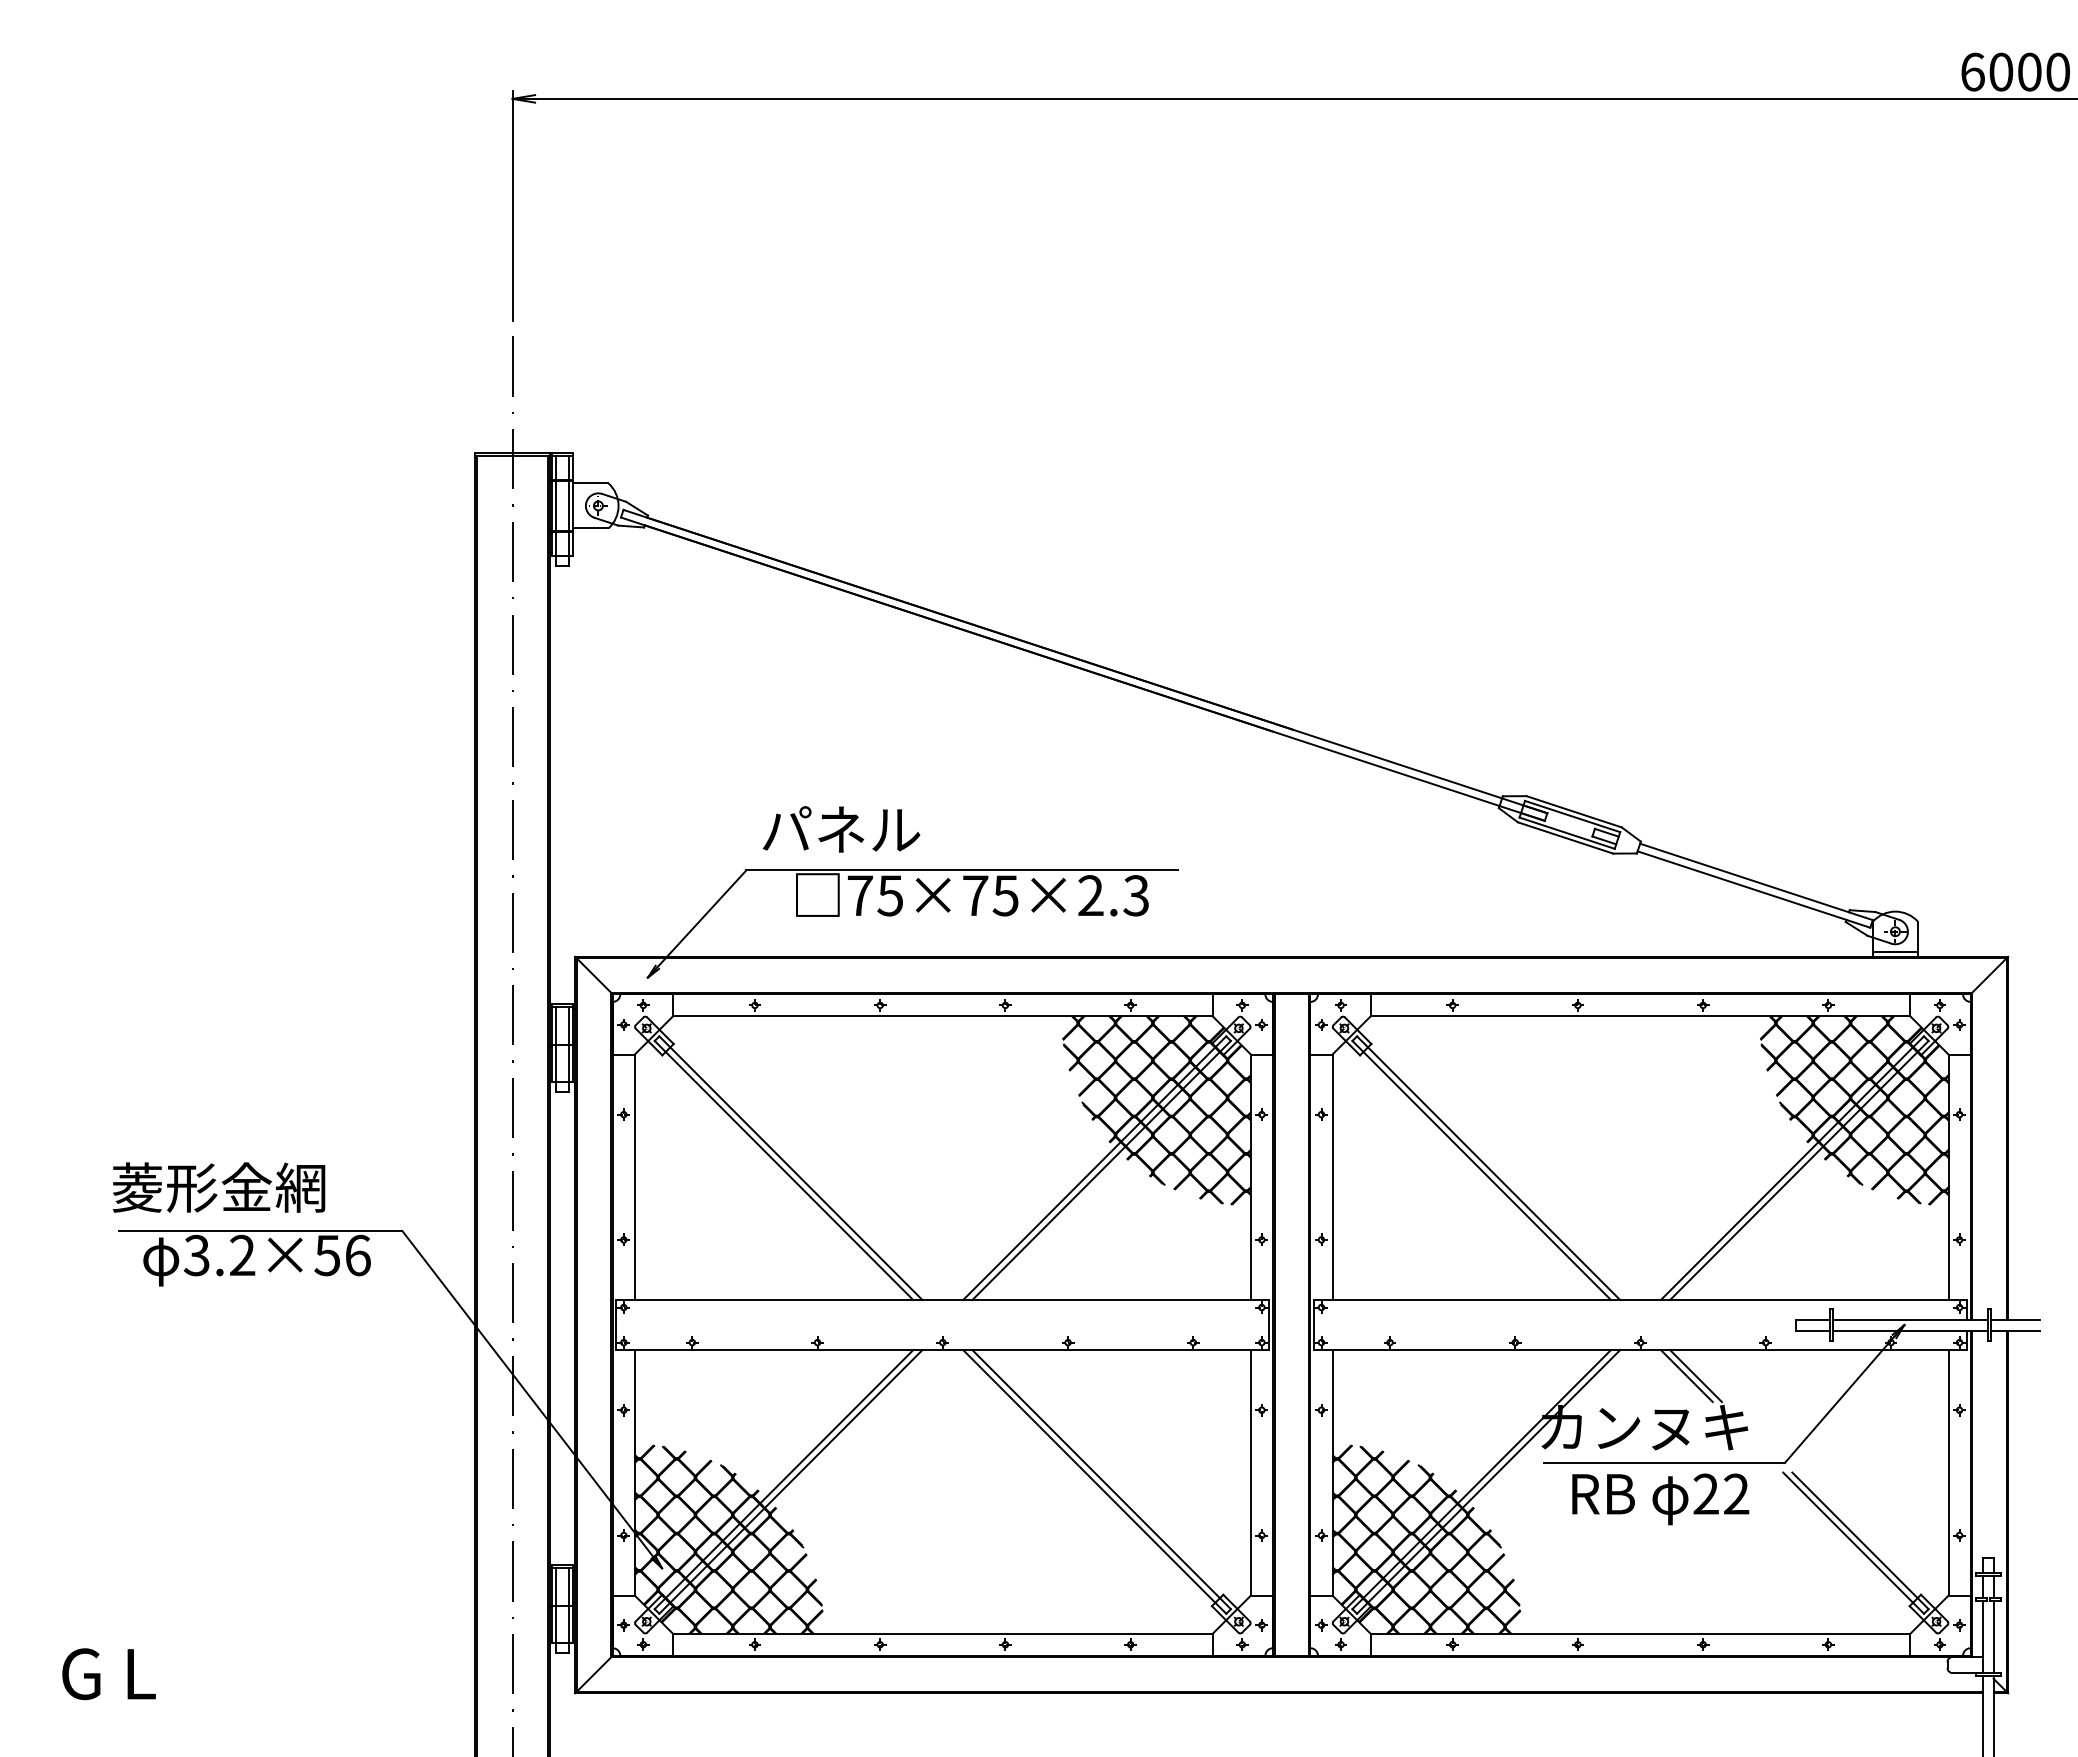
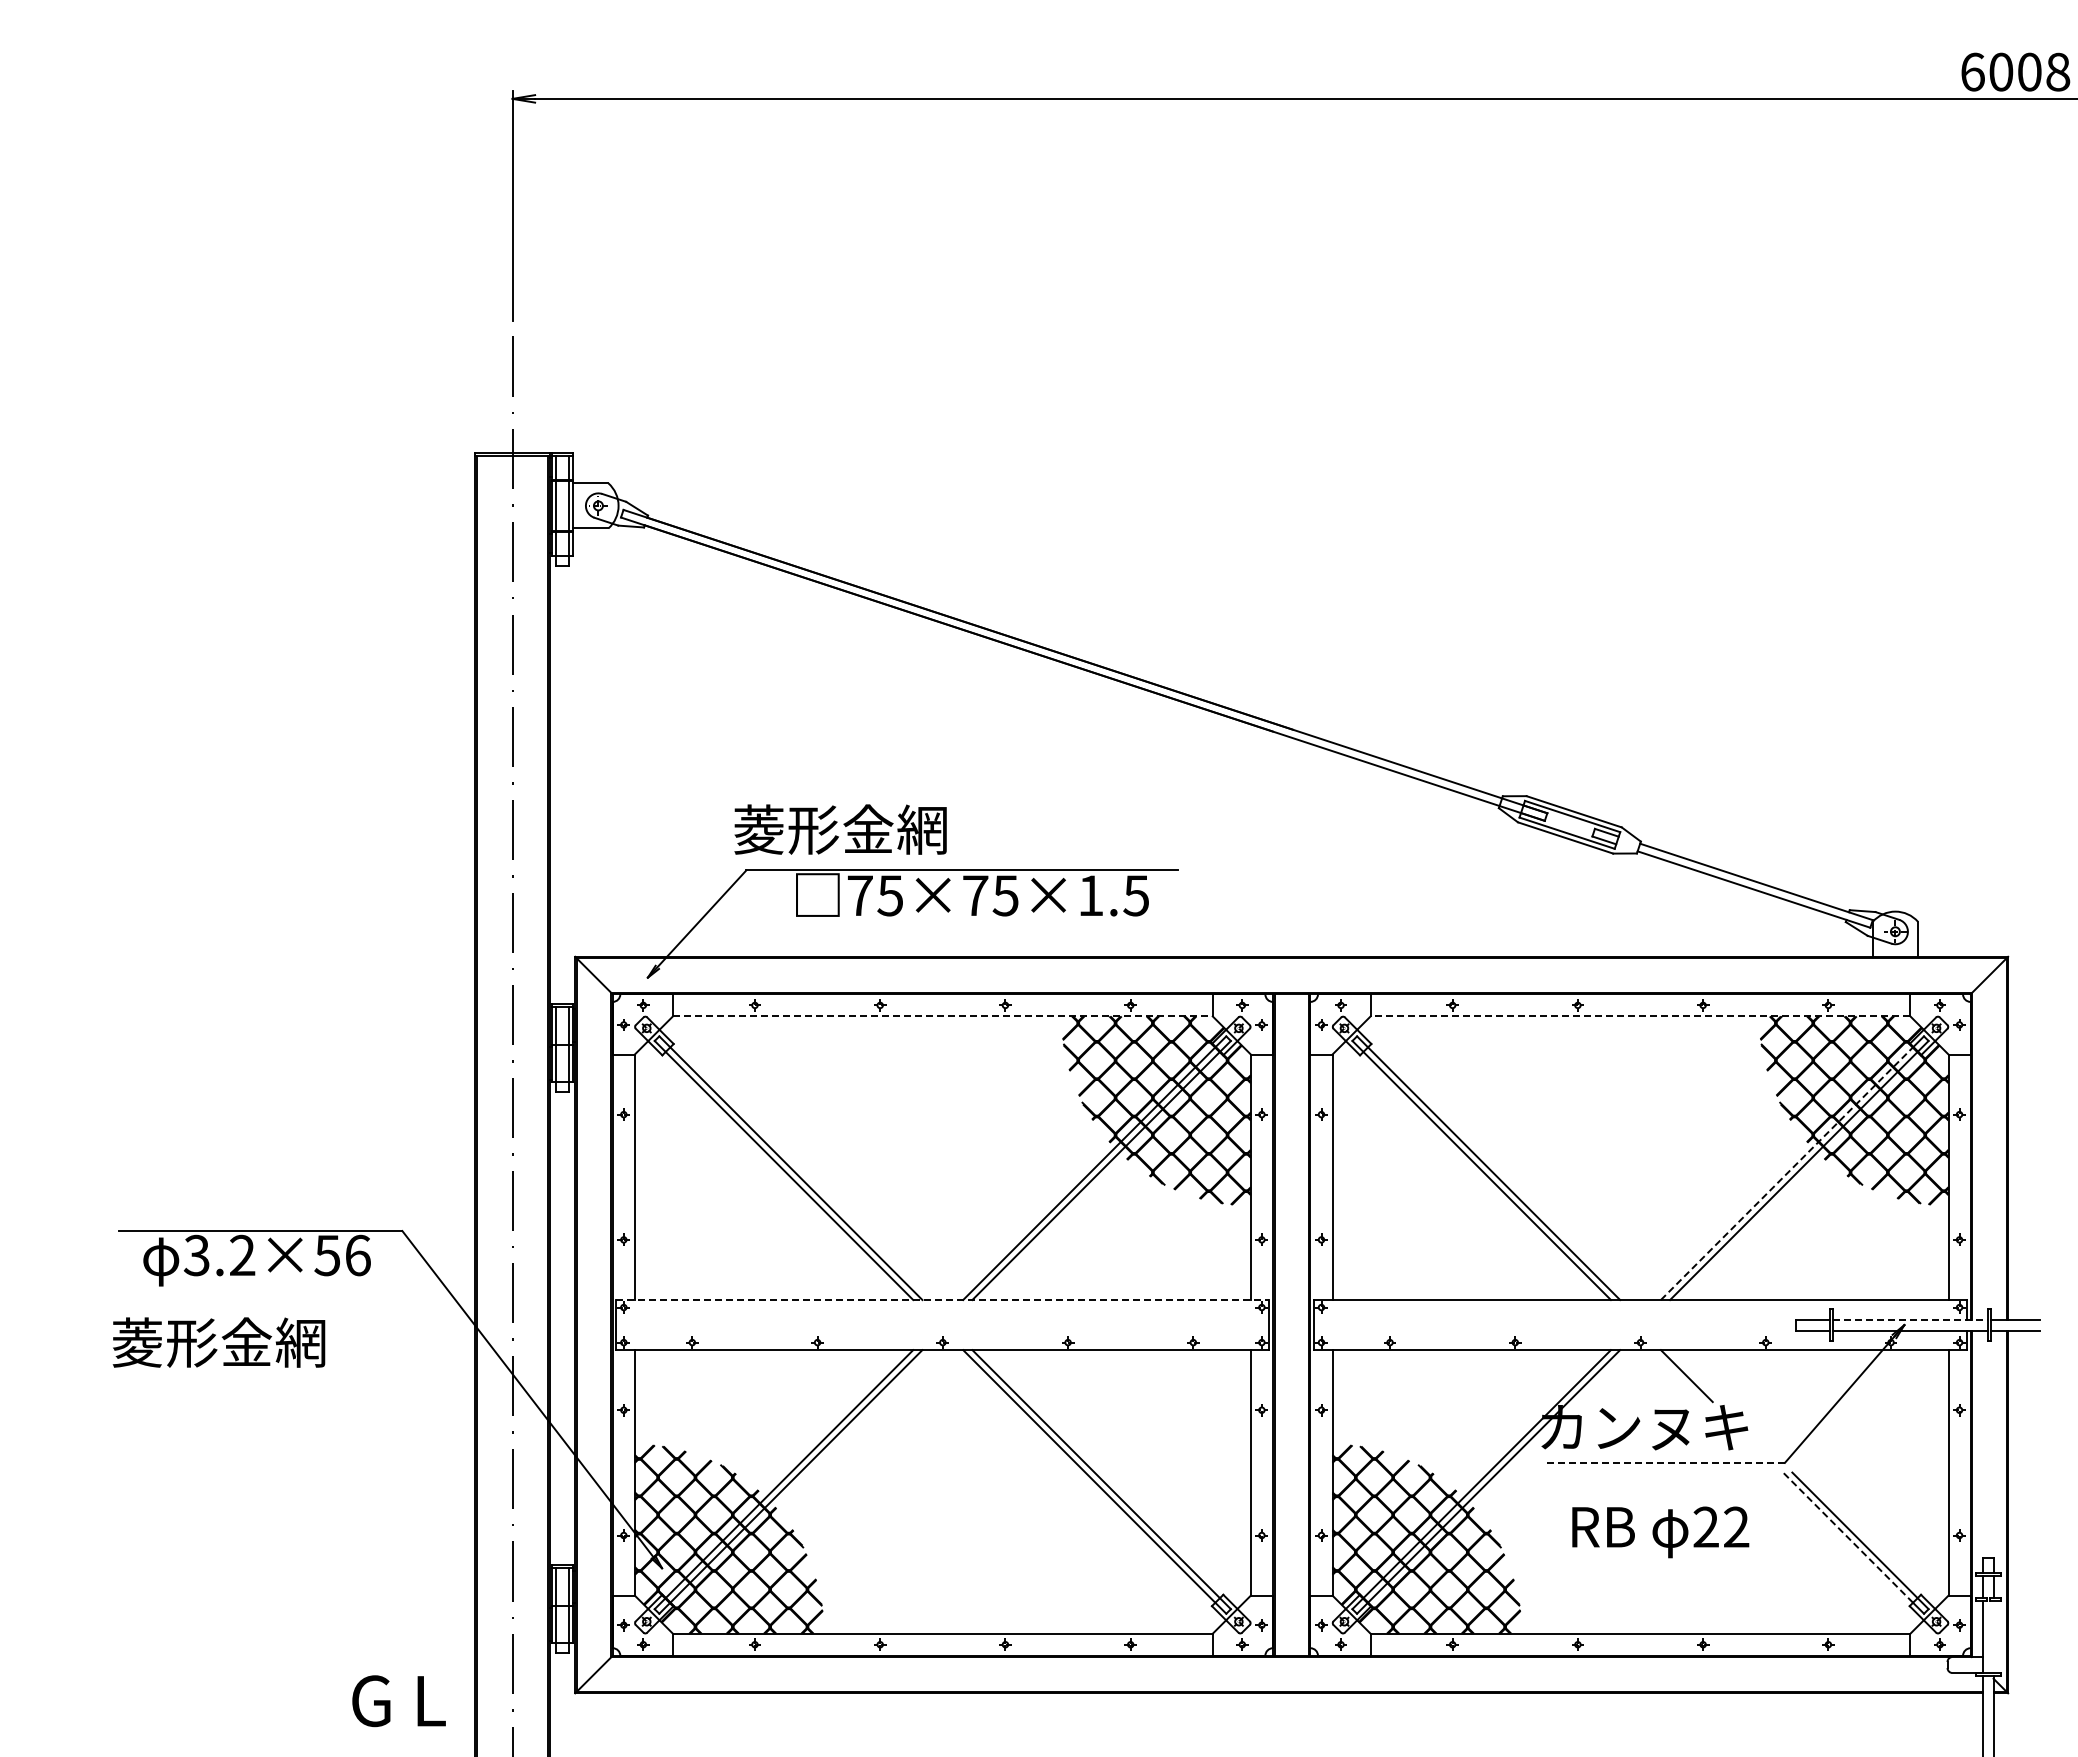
text at (2058, 71): 6000 -> 6008
text at (840, 829): パネル -> 菱形金網
text at (1113, 895): 75×75×2.3 -> 75×75×1.5
line at (1894, 952): present -> none
line at (942, 1016): solid -> dashed
line at (1640, 1016): solid -> dashed
line at (1787, 1173): solid -> dashed
text at (218, 1187) position: (218, 1187) -> (218, 1342)
line at (942, 1300): solid -> dashed
line at (1911, 1319): solid -> dashed
line at (1695, 1376): present -> none
line at (1663, 1462): solid -> dashed
text at (1660, 1499) position: (1660, 1499) -> (1660, 1532)
line at (1848, 1537): solid -> dashed
line at (1993, 1636): present -> none
text at (108, 1674) position: (108, 1674) -> (398, 1701)
